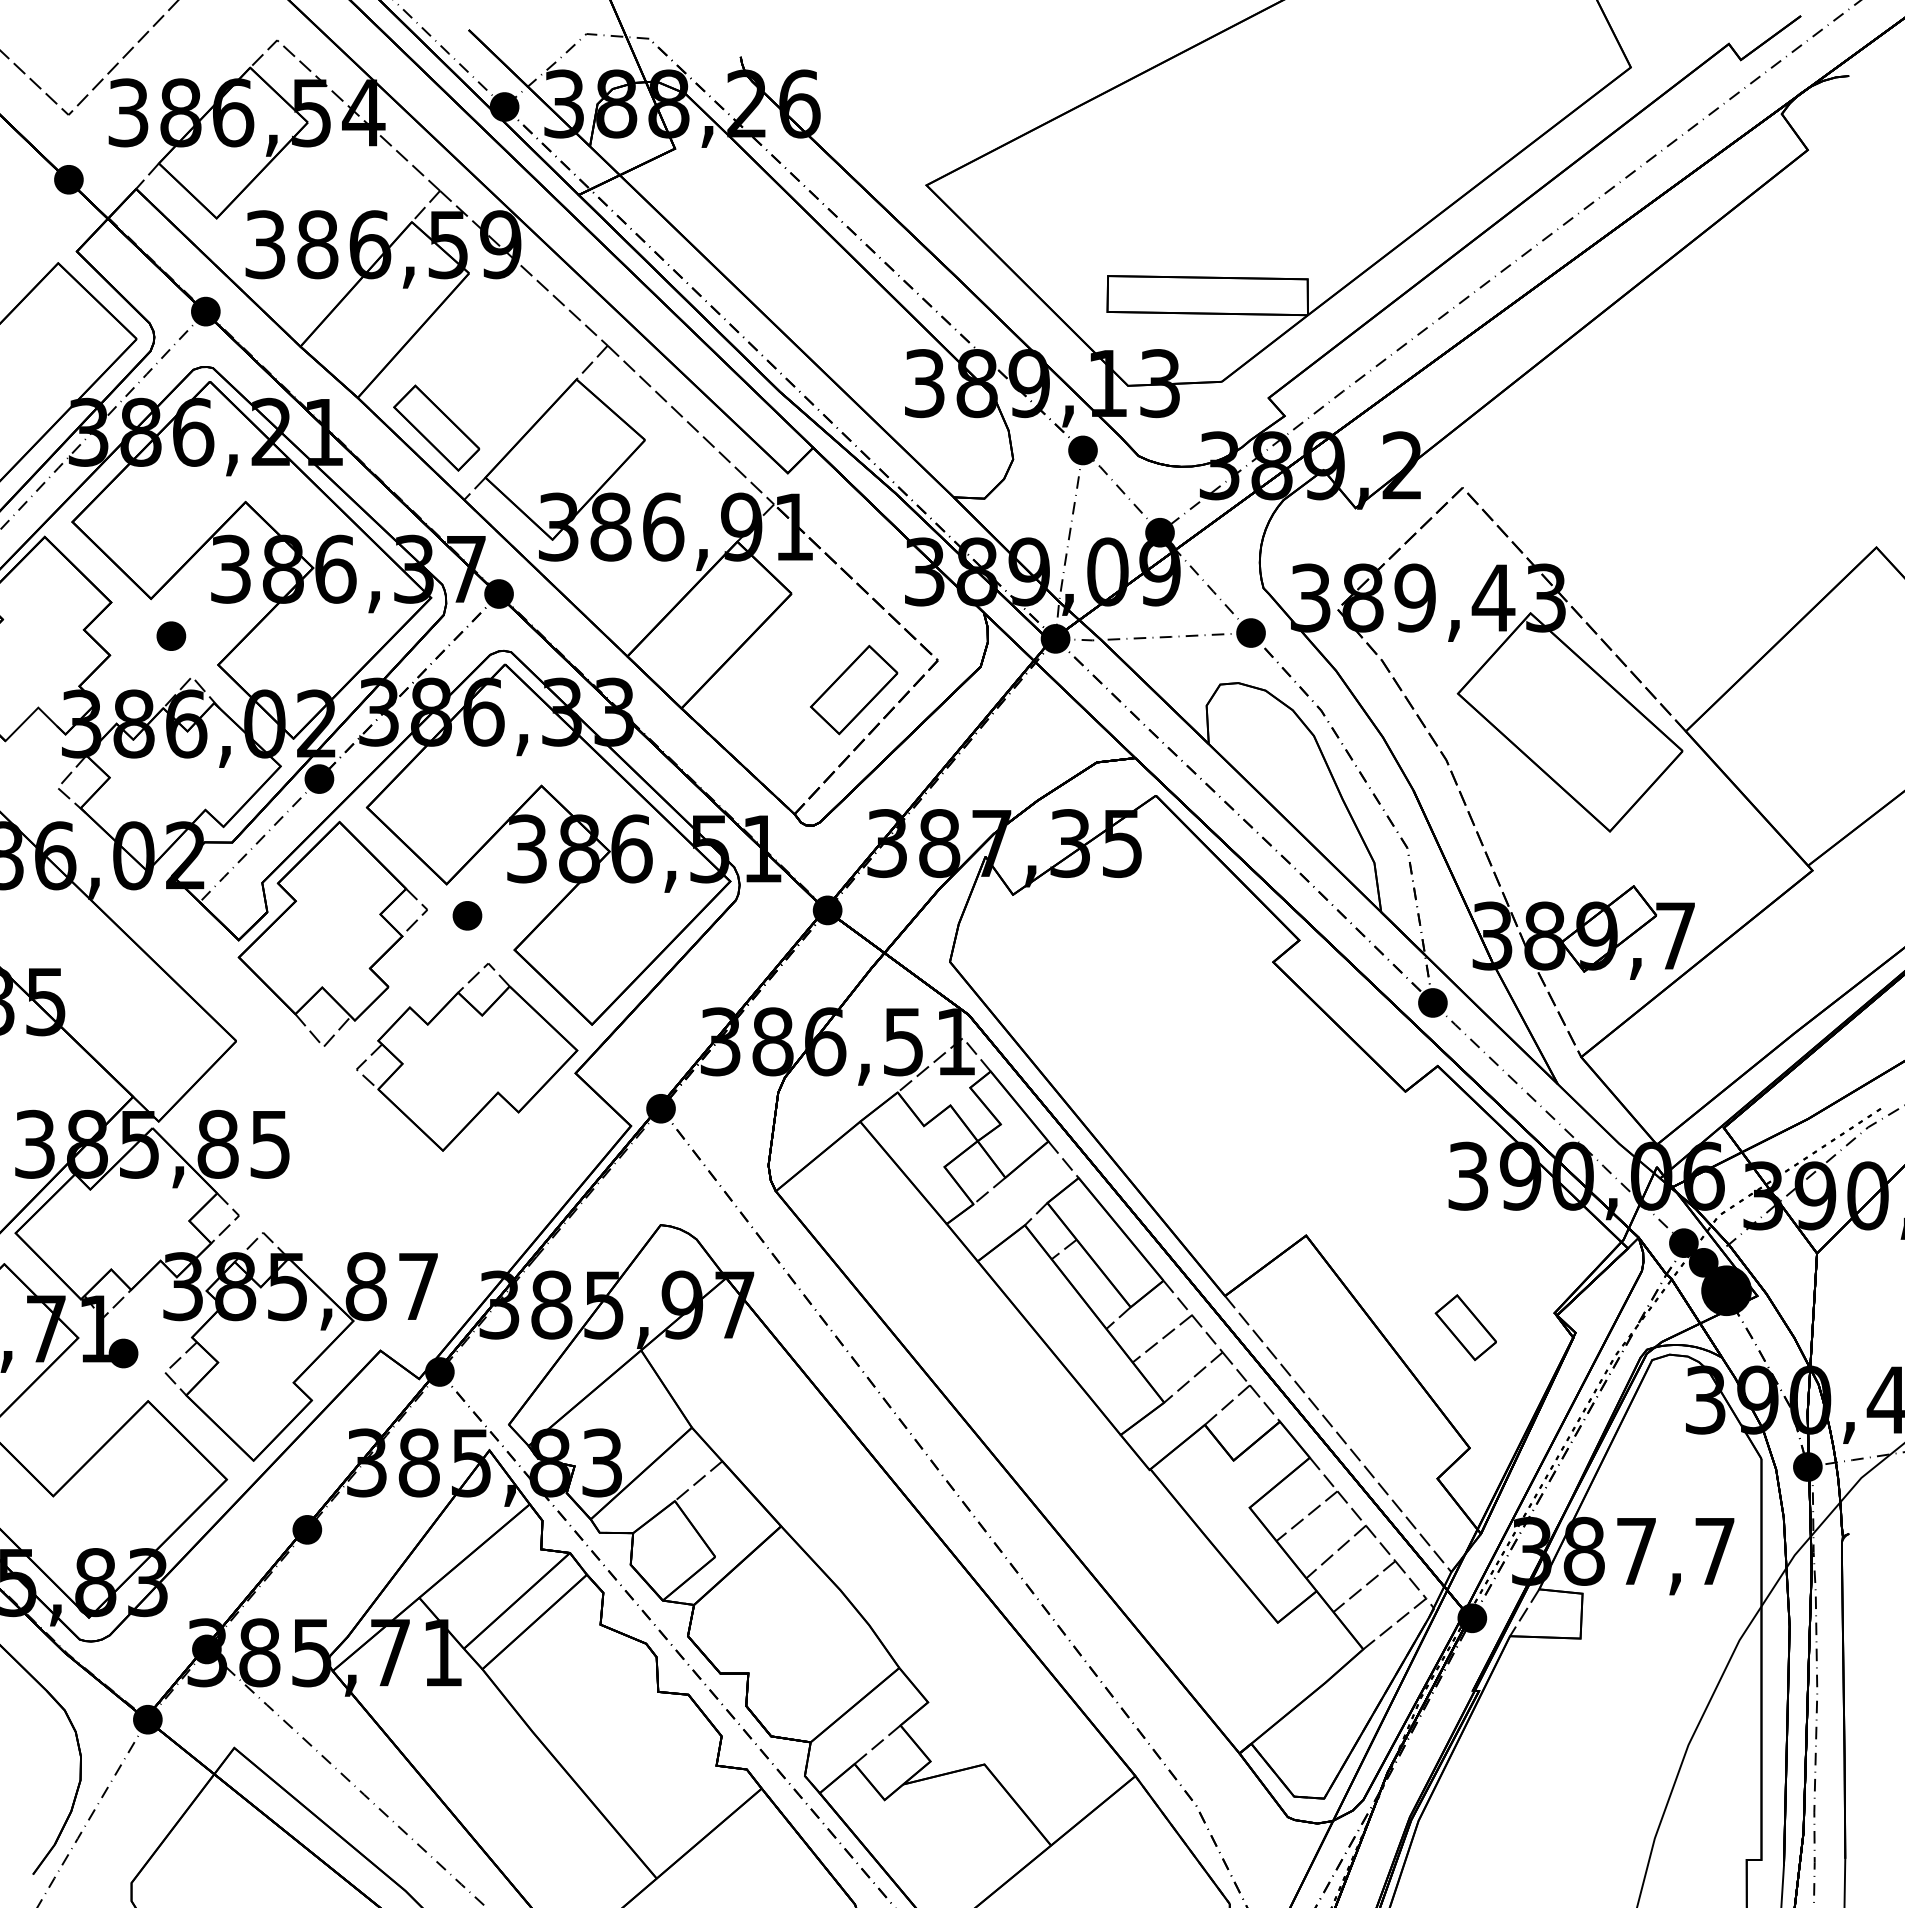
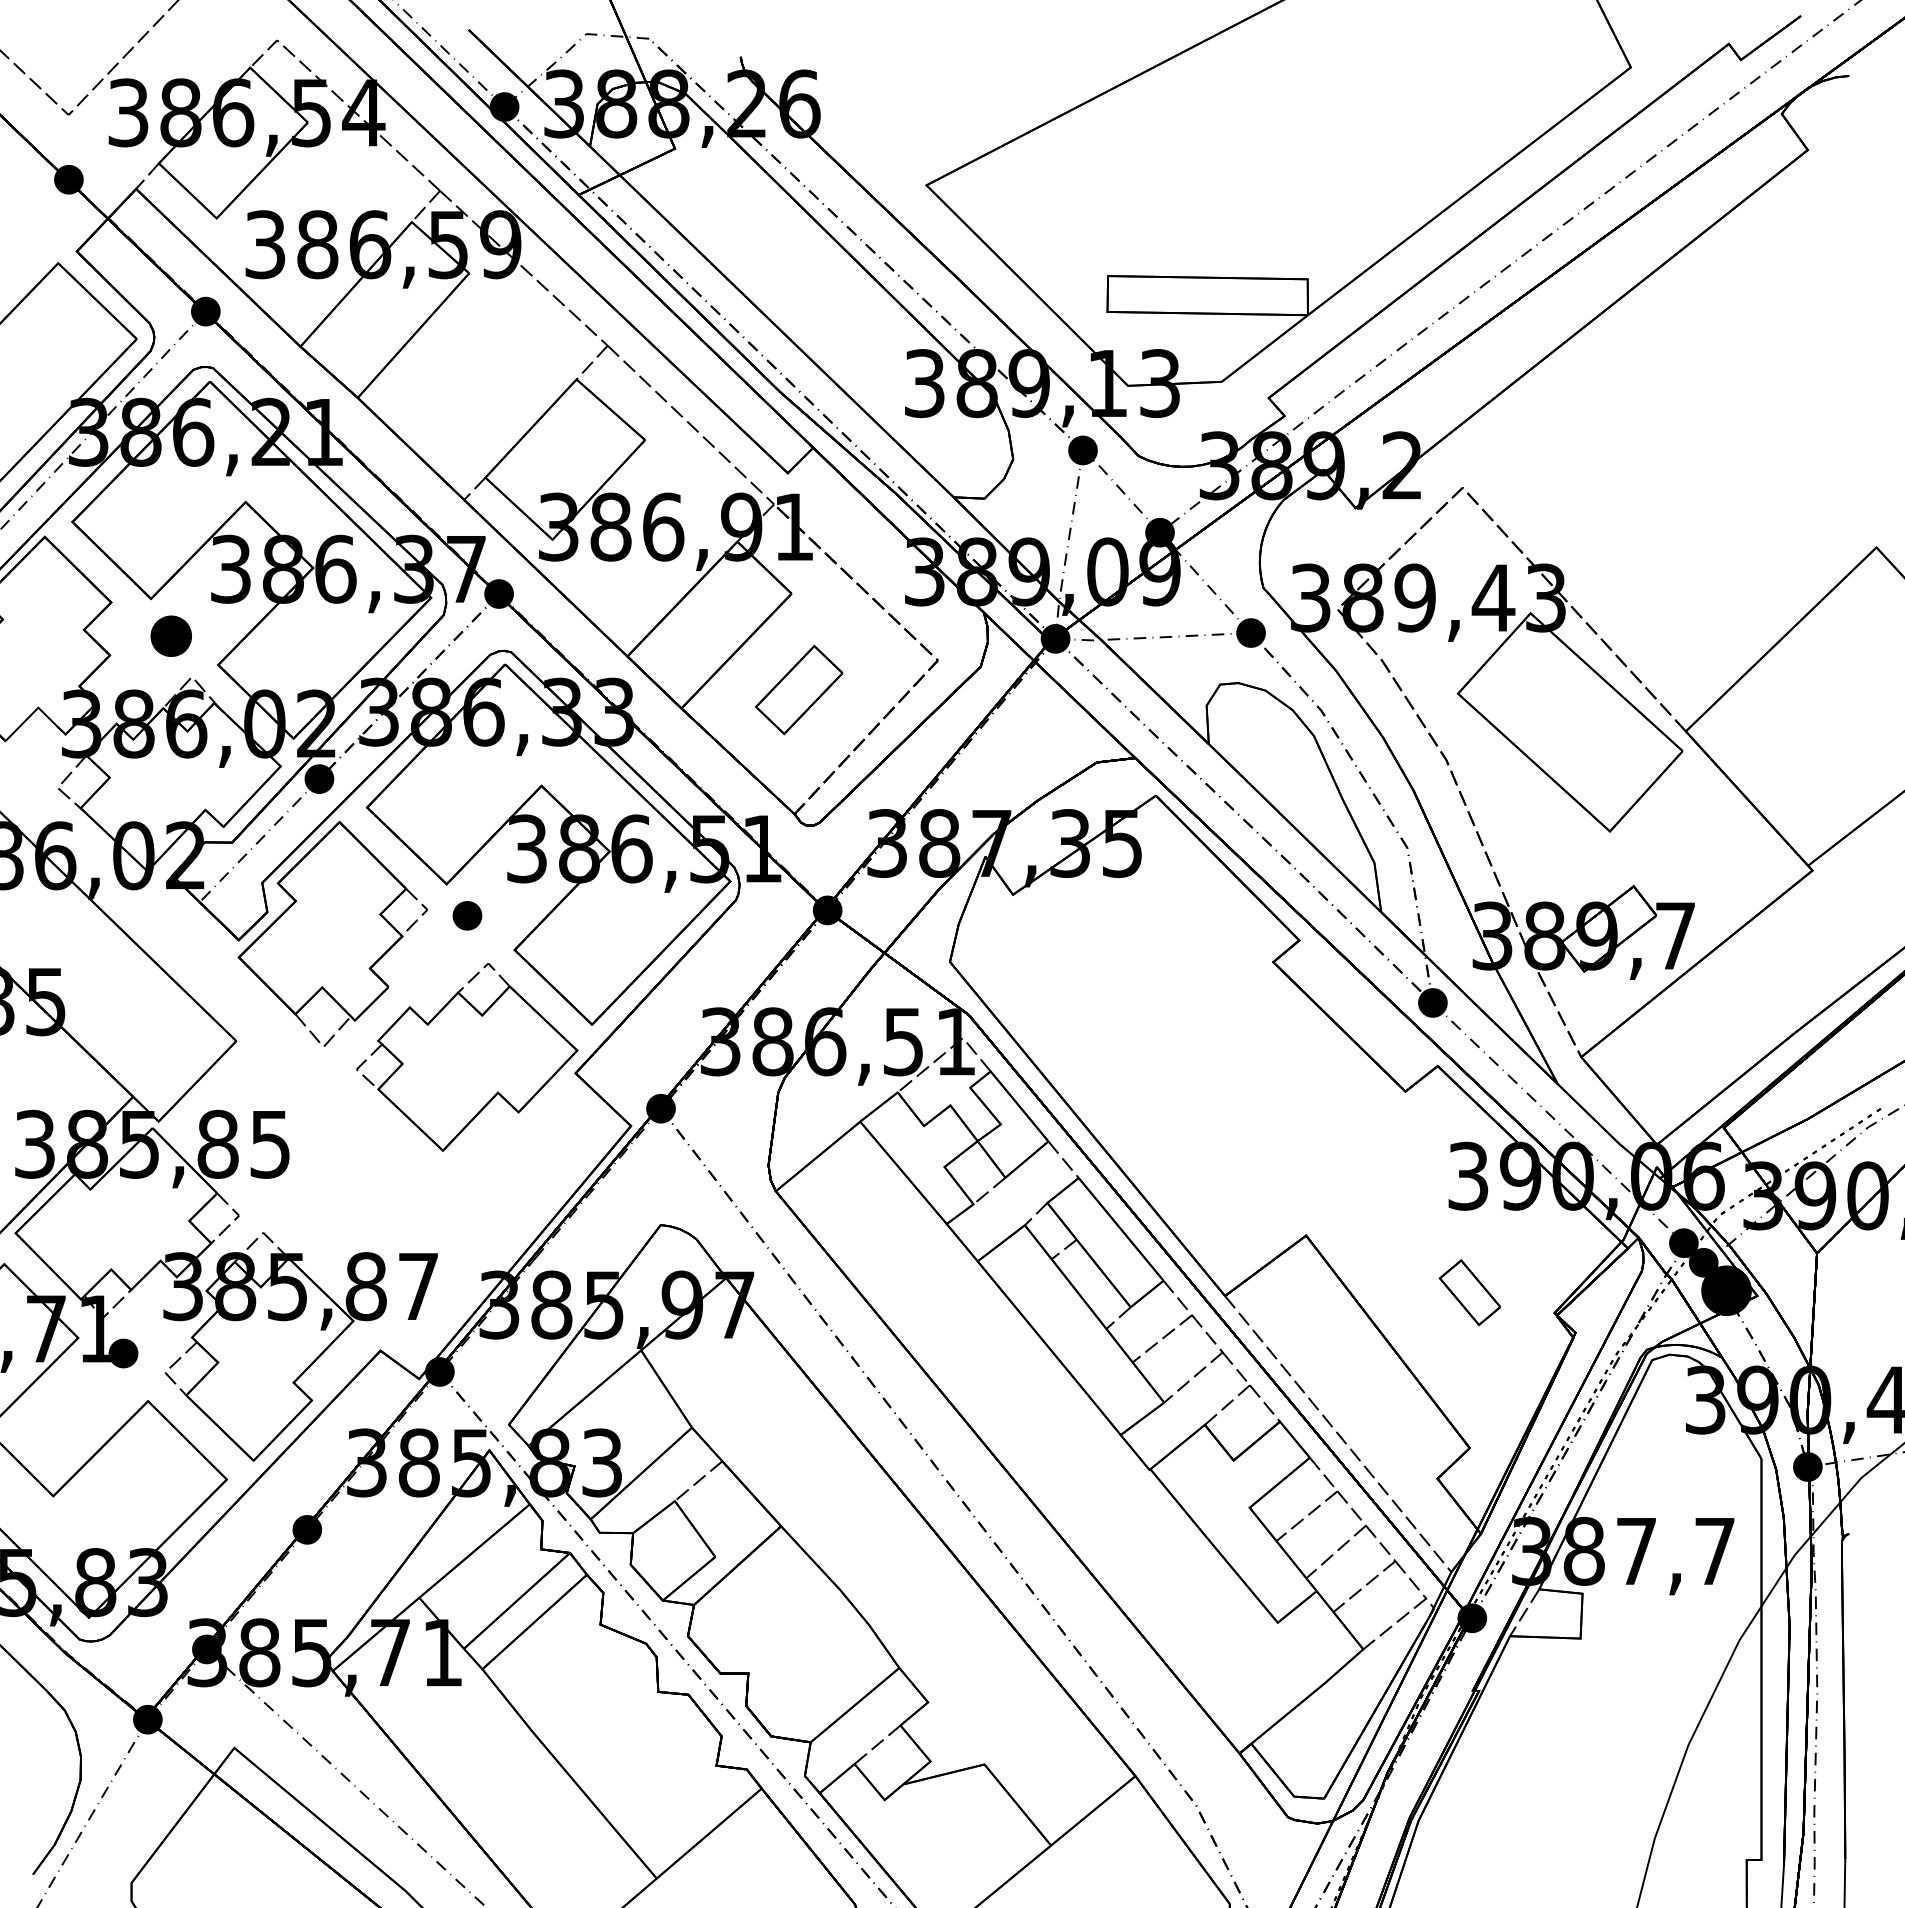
part at (436, 427): present -> none
part at (171, 635) size: 31x30 px -> 42x42 px
part at (854, 689) position: (854, 689) -> (799, 689)
part at (1465, 1327) position: (1465, 1327) -> (1469, 1292)
